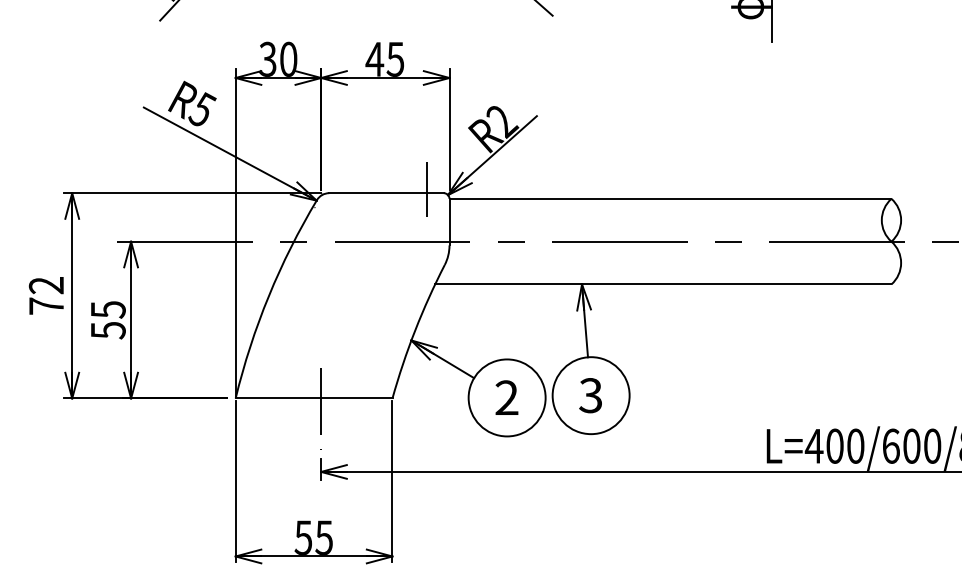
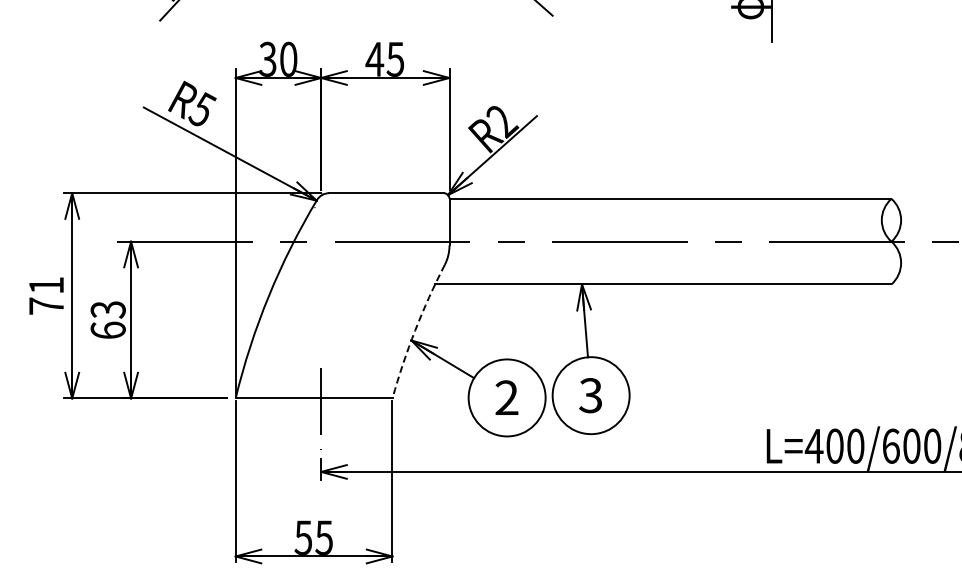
line at (426, 189): present -> none
text at (45, 285): 72 -> 71
text at (107, 320): 55 -> 63
arc at (415, 330): solid -> dashed
